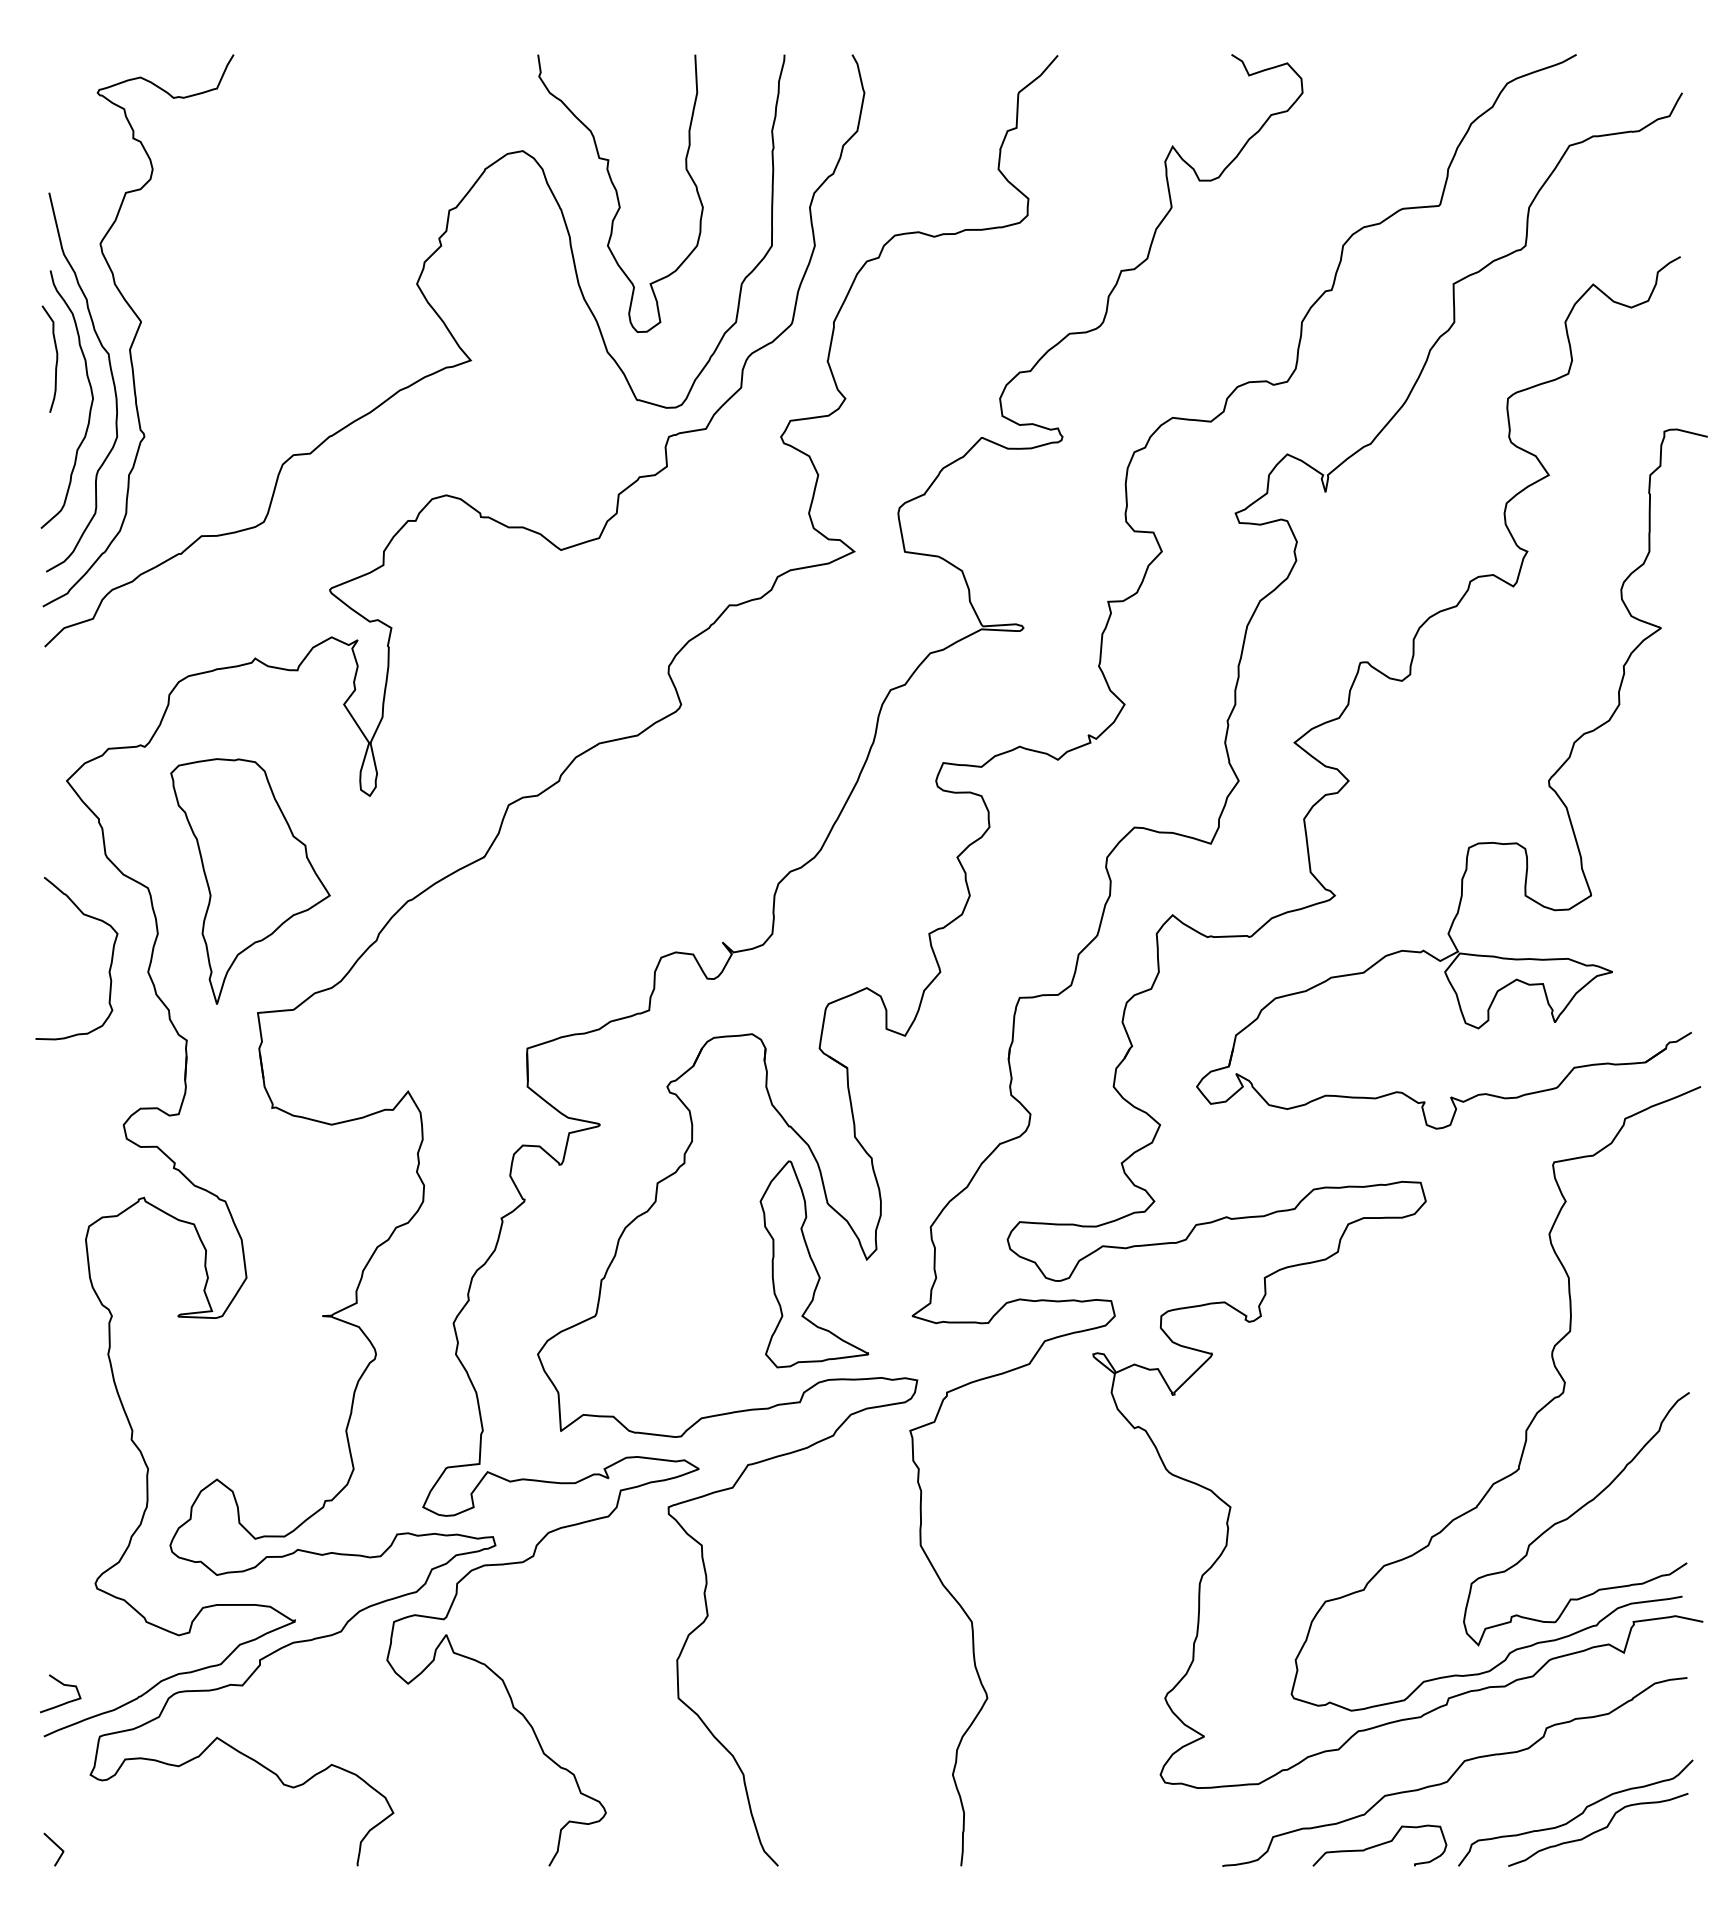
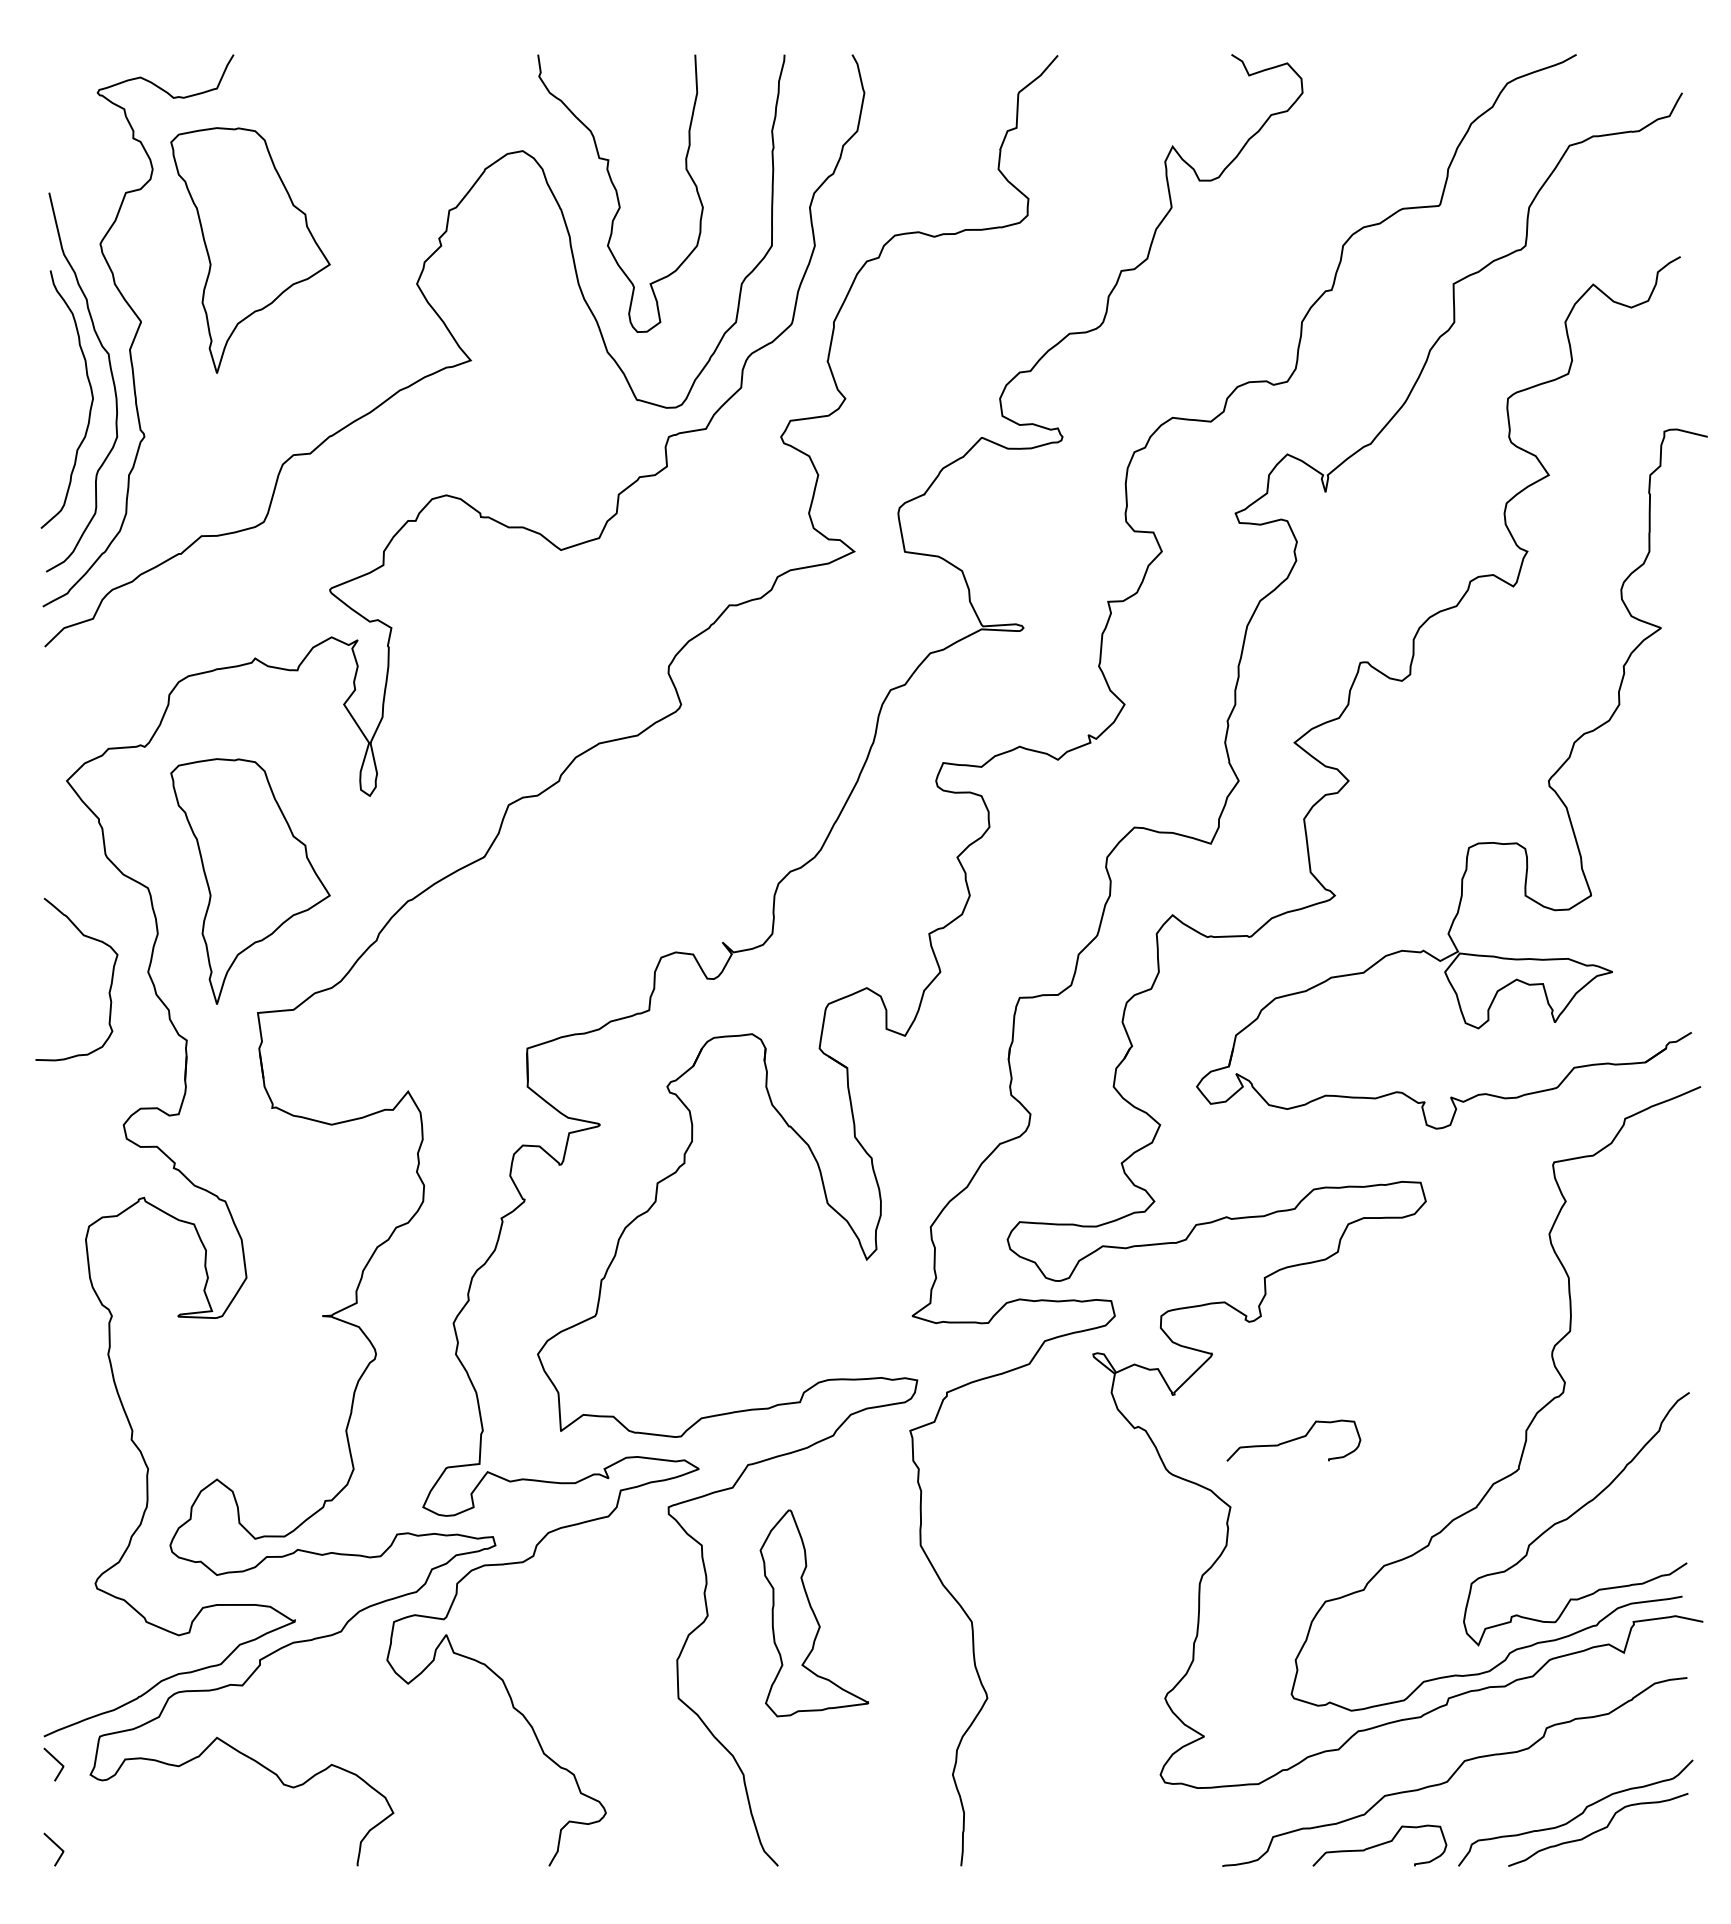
part at (250, 250): none -> present
curve at (56, 358): present -> none
curve at (109, 966) position: (109, 966) -> (109, 987)
part at (814, 1264) position: (814, 1264) -> (814, 1613)
curve at (1293, 1440): none -> present
curve at (63, 1685): present -> none
line at (56, 1761): none -> present
